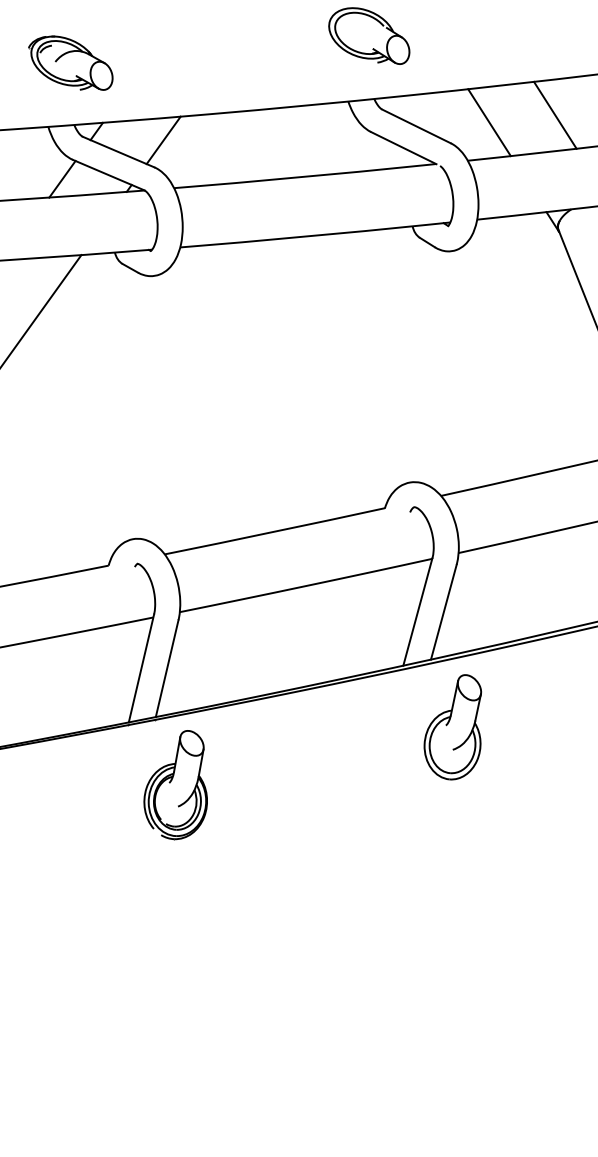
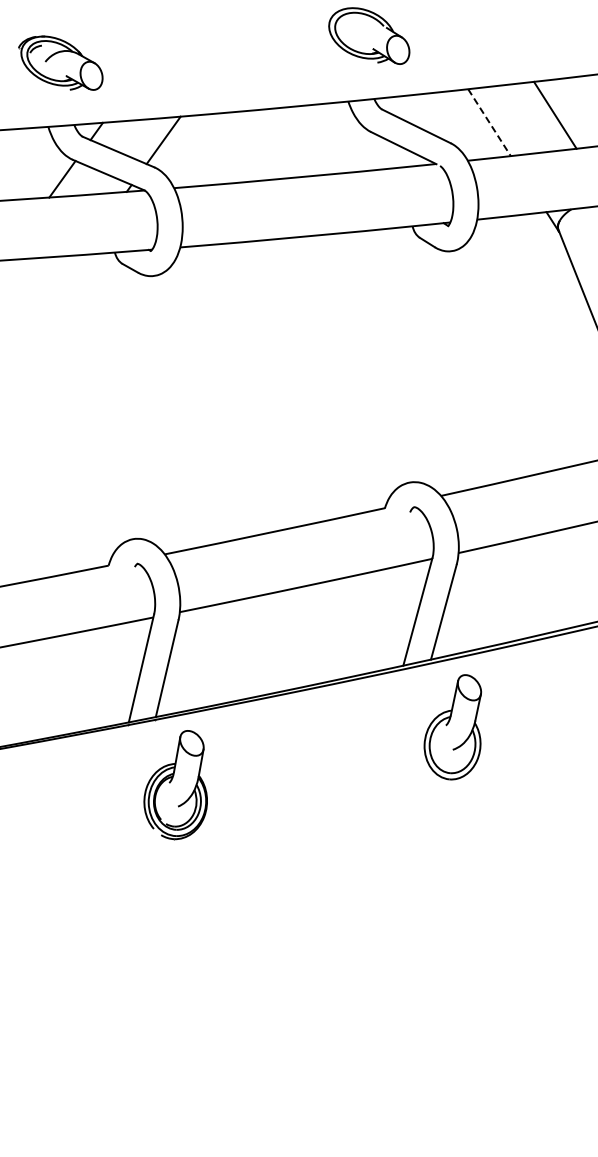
part at (70, 62) position: (70, 62) -> (60, 62)
line at (489, 122): solid -> dashed
line at (41, 310): present -> none
